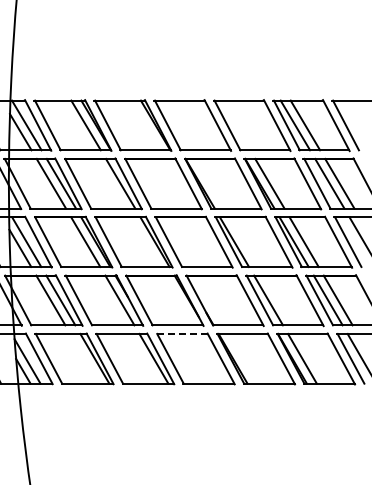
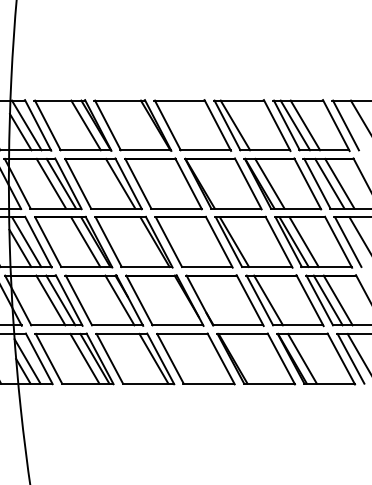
line at (359, 115): none -> present
line at (235, 125): none -> present
line at (182, 333): dashed -> solid
line at (84, 358): none -> present
